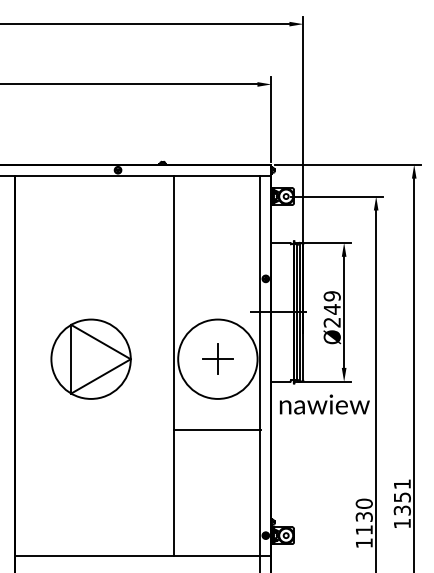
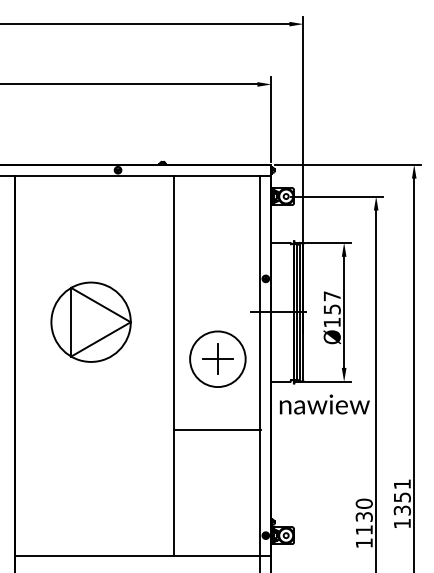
text at (331, 309): Ø249 -> Ø157
part at (90, 358) position: (90, 358) -> (90, 321)
circle at (217, 358) diameter: 79 px -> 56 px
